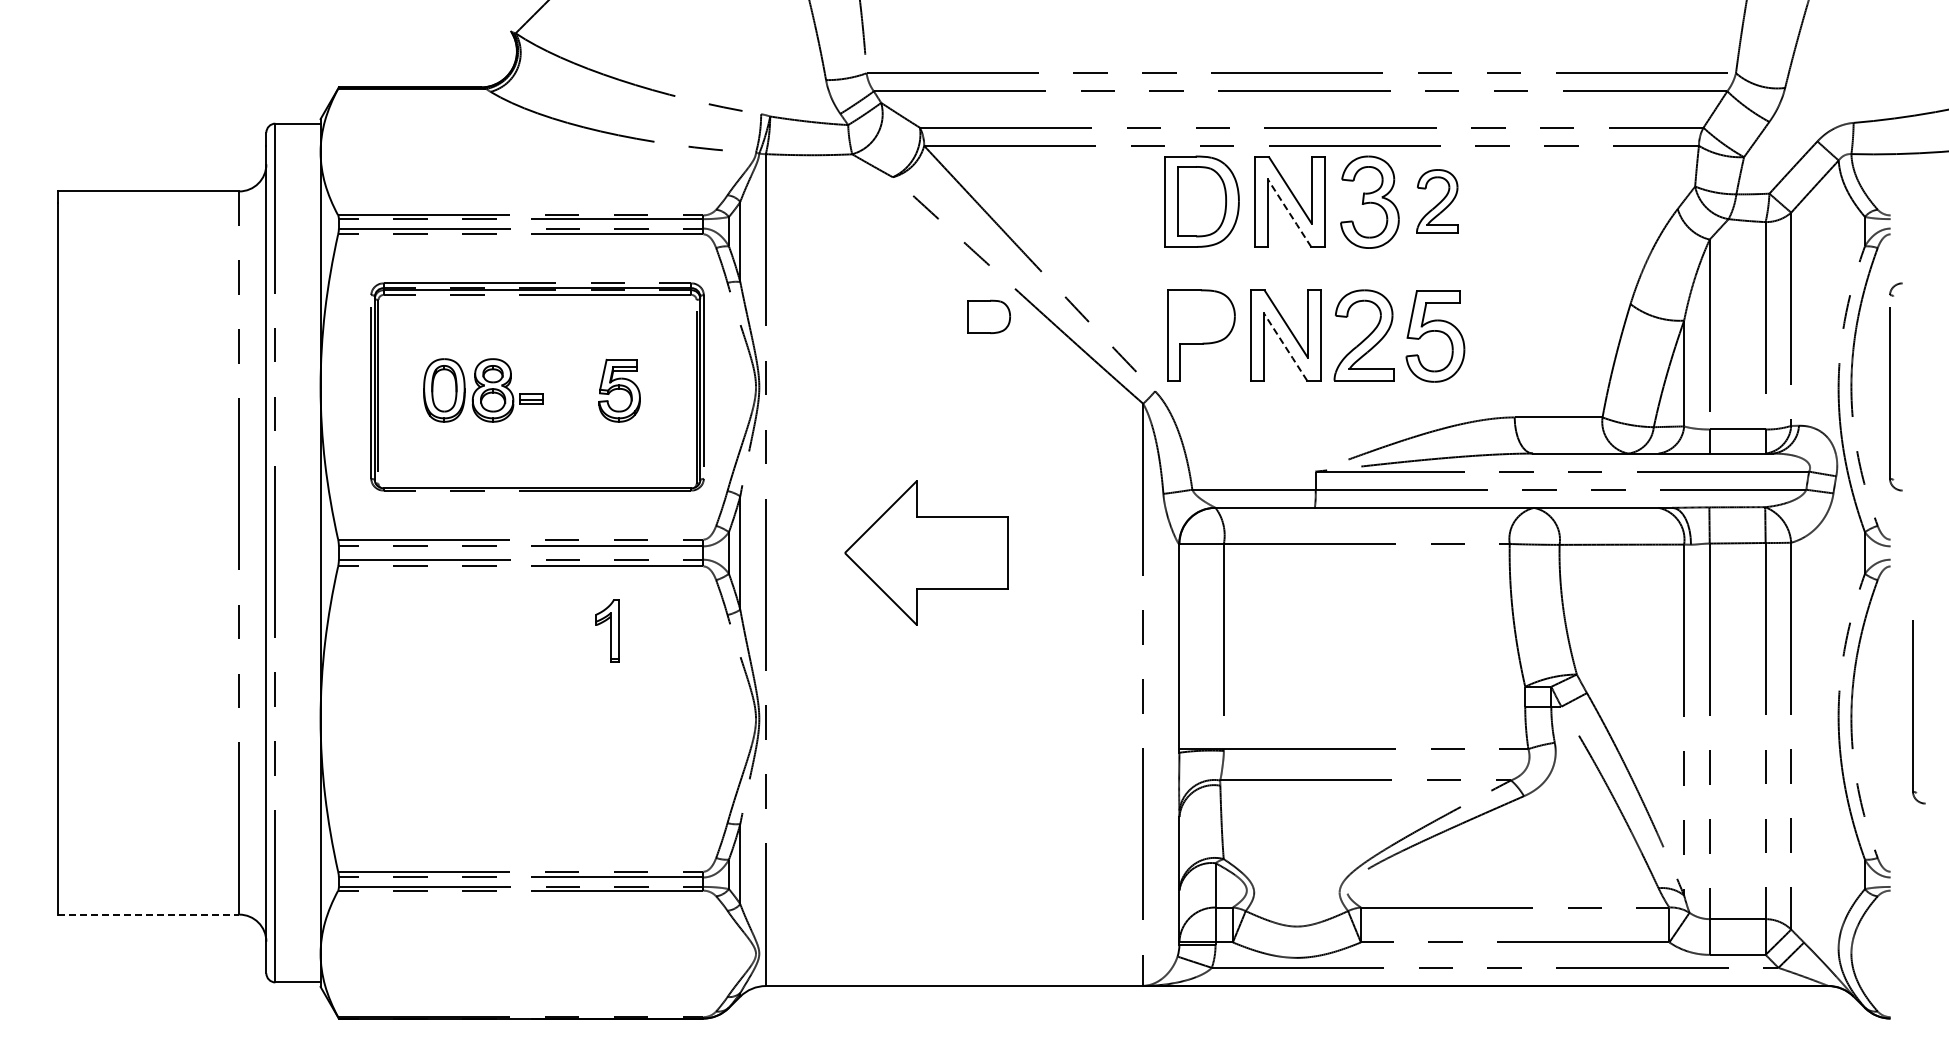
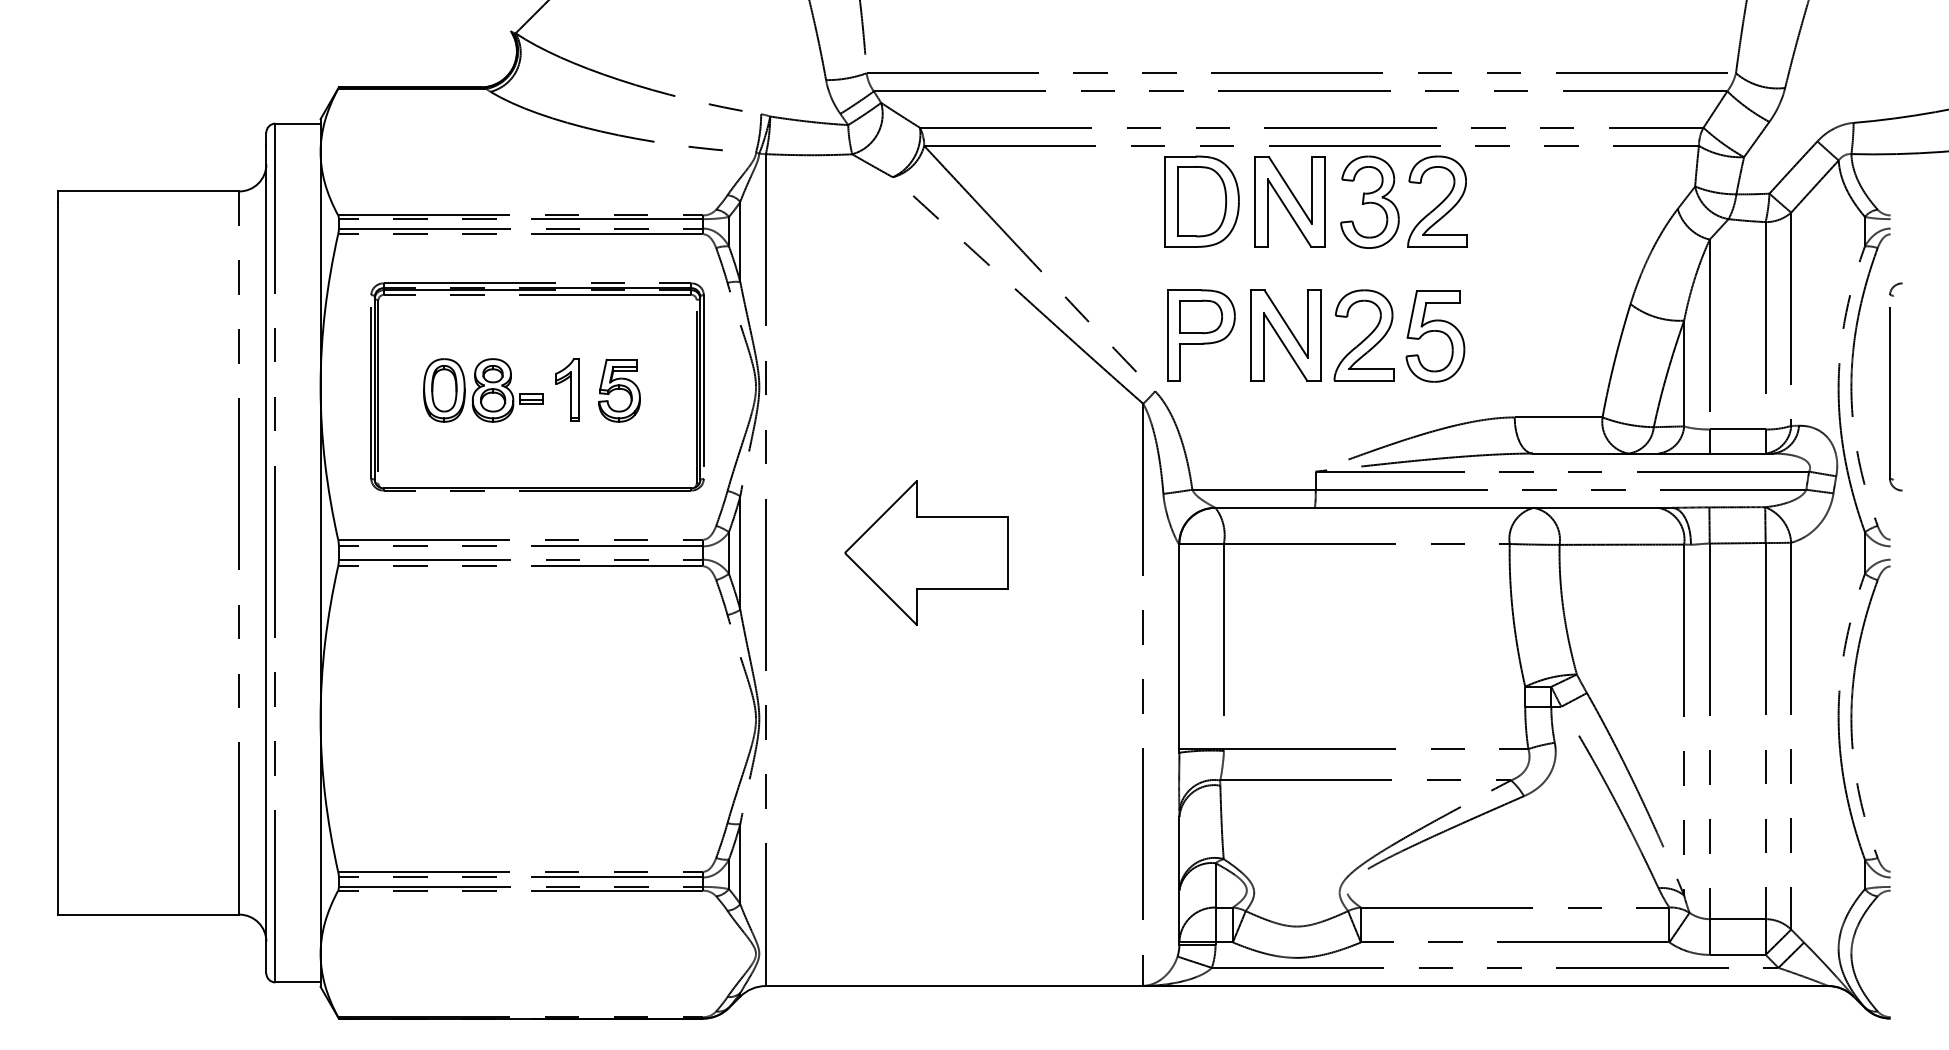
part at (1437, 201) size: 43x65 px -> 61x93 px
line at (1289, 212): dashed -> solid
part at (988, 316) position: (988, 316) -> (1200, 316)
line at (1285, 346): dashed -> solid
part at (607, 630) position: (607, 630) -> (567, 389)
part at (1918, 712): present -> none
line at (149, 914): dashed -> solid
